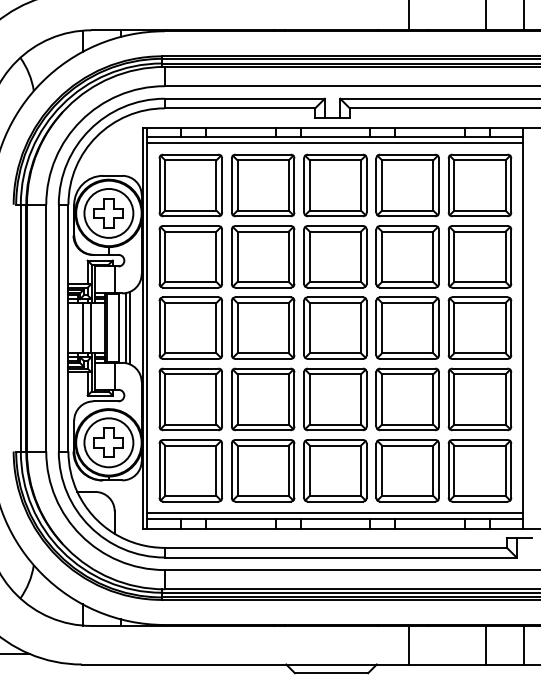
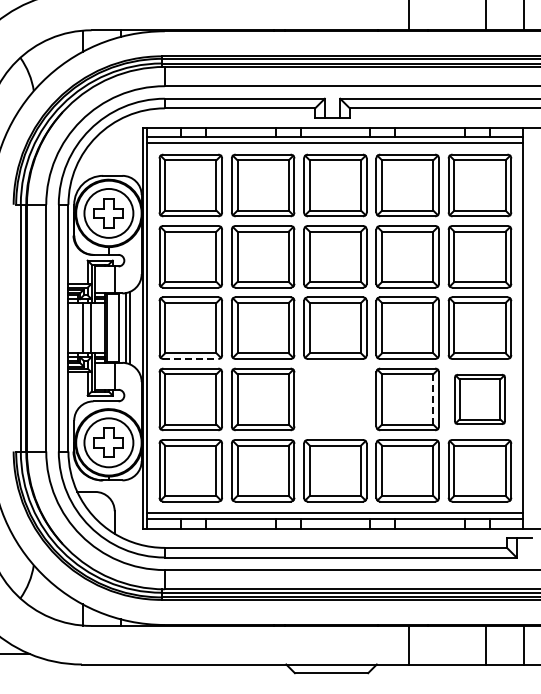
line at (191, 358): solid -> dashed
line at (433, 398): solid -> dashed
part at (335, 399): present -> none
part at (479, 399) size: 66x65 px -> 52x52 px
